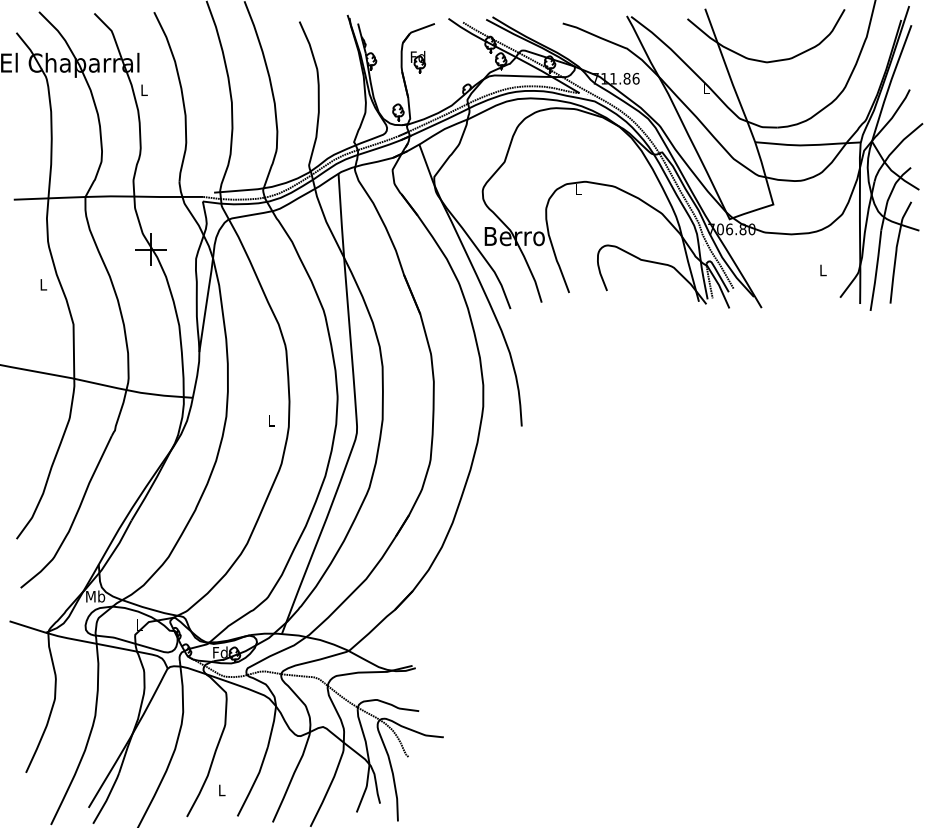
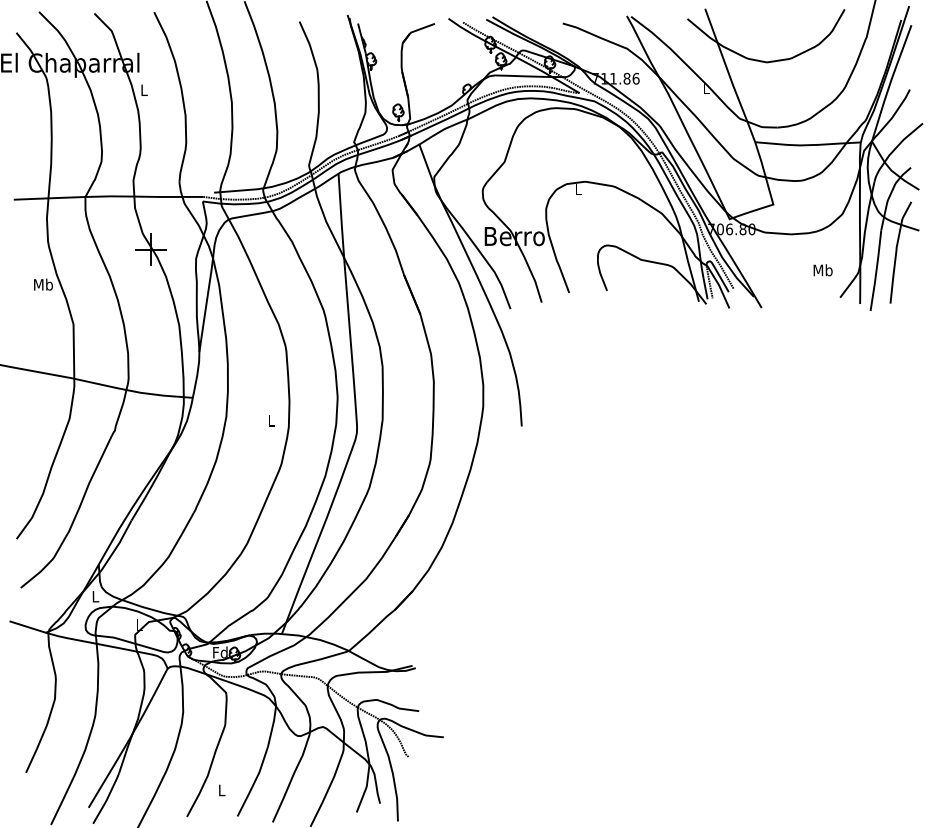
part at (418, 62): present -> none
text at (822, 270): L -> Mb
text at (43, 284): L -> Mb
text at (95, 596): Mb -> L
